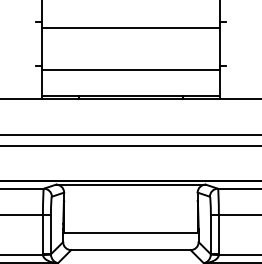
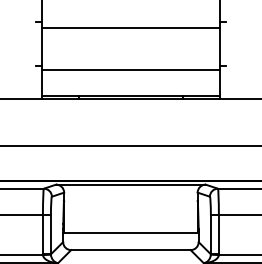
line at (130, 135): present -> none
